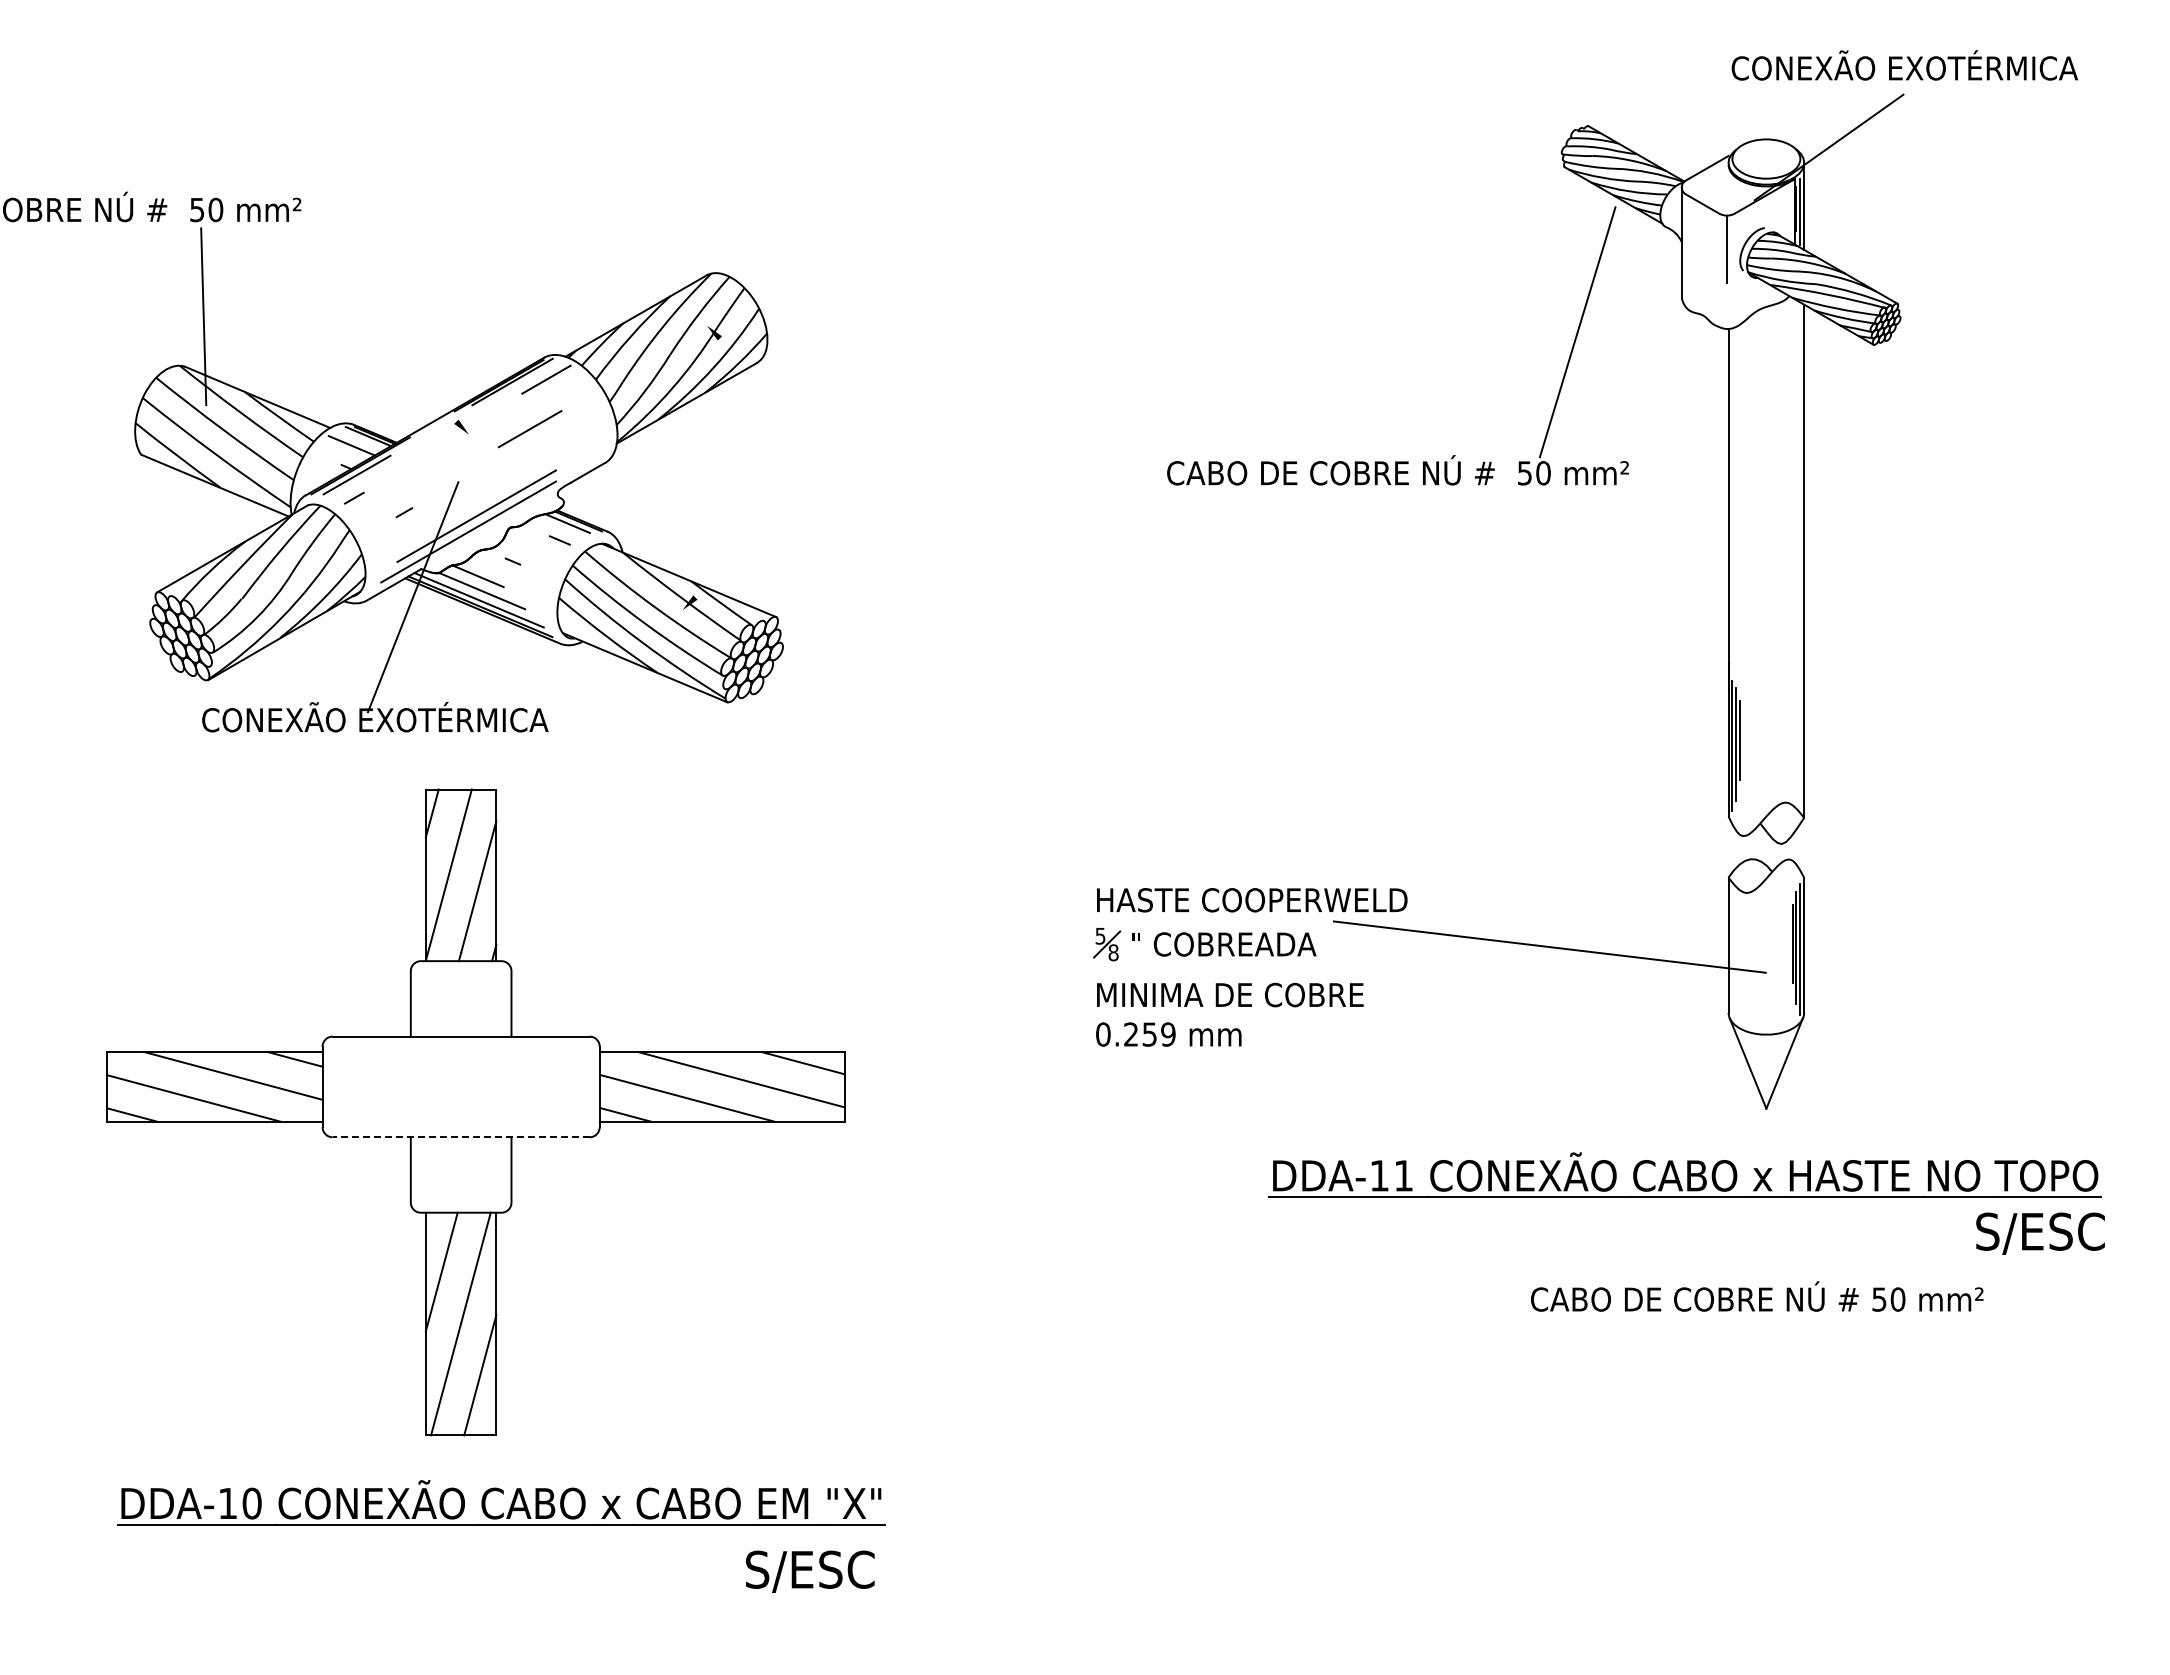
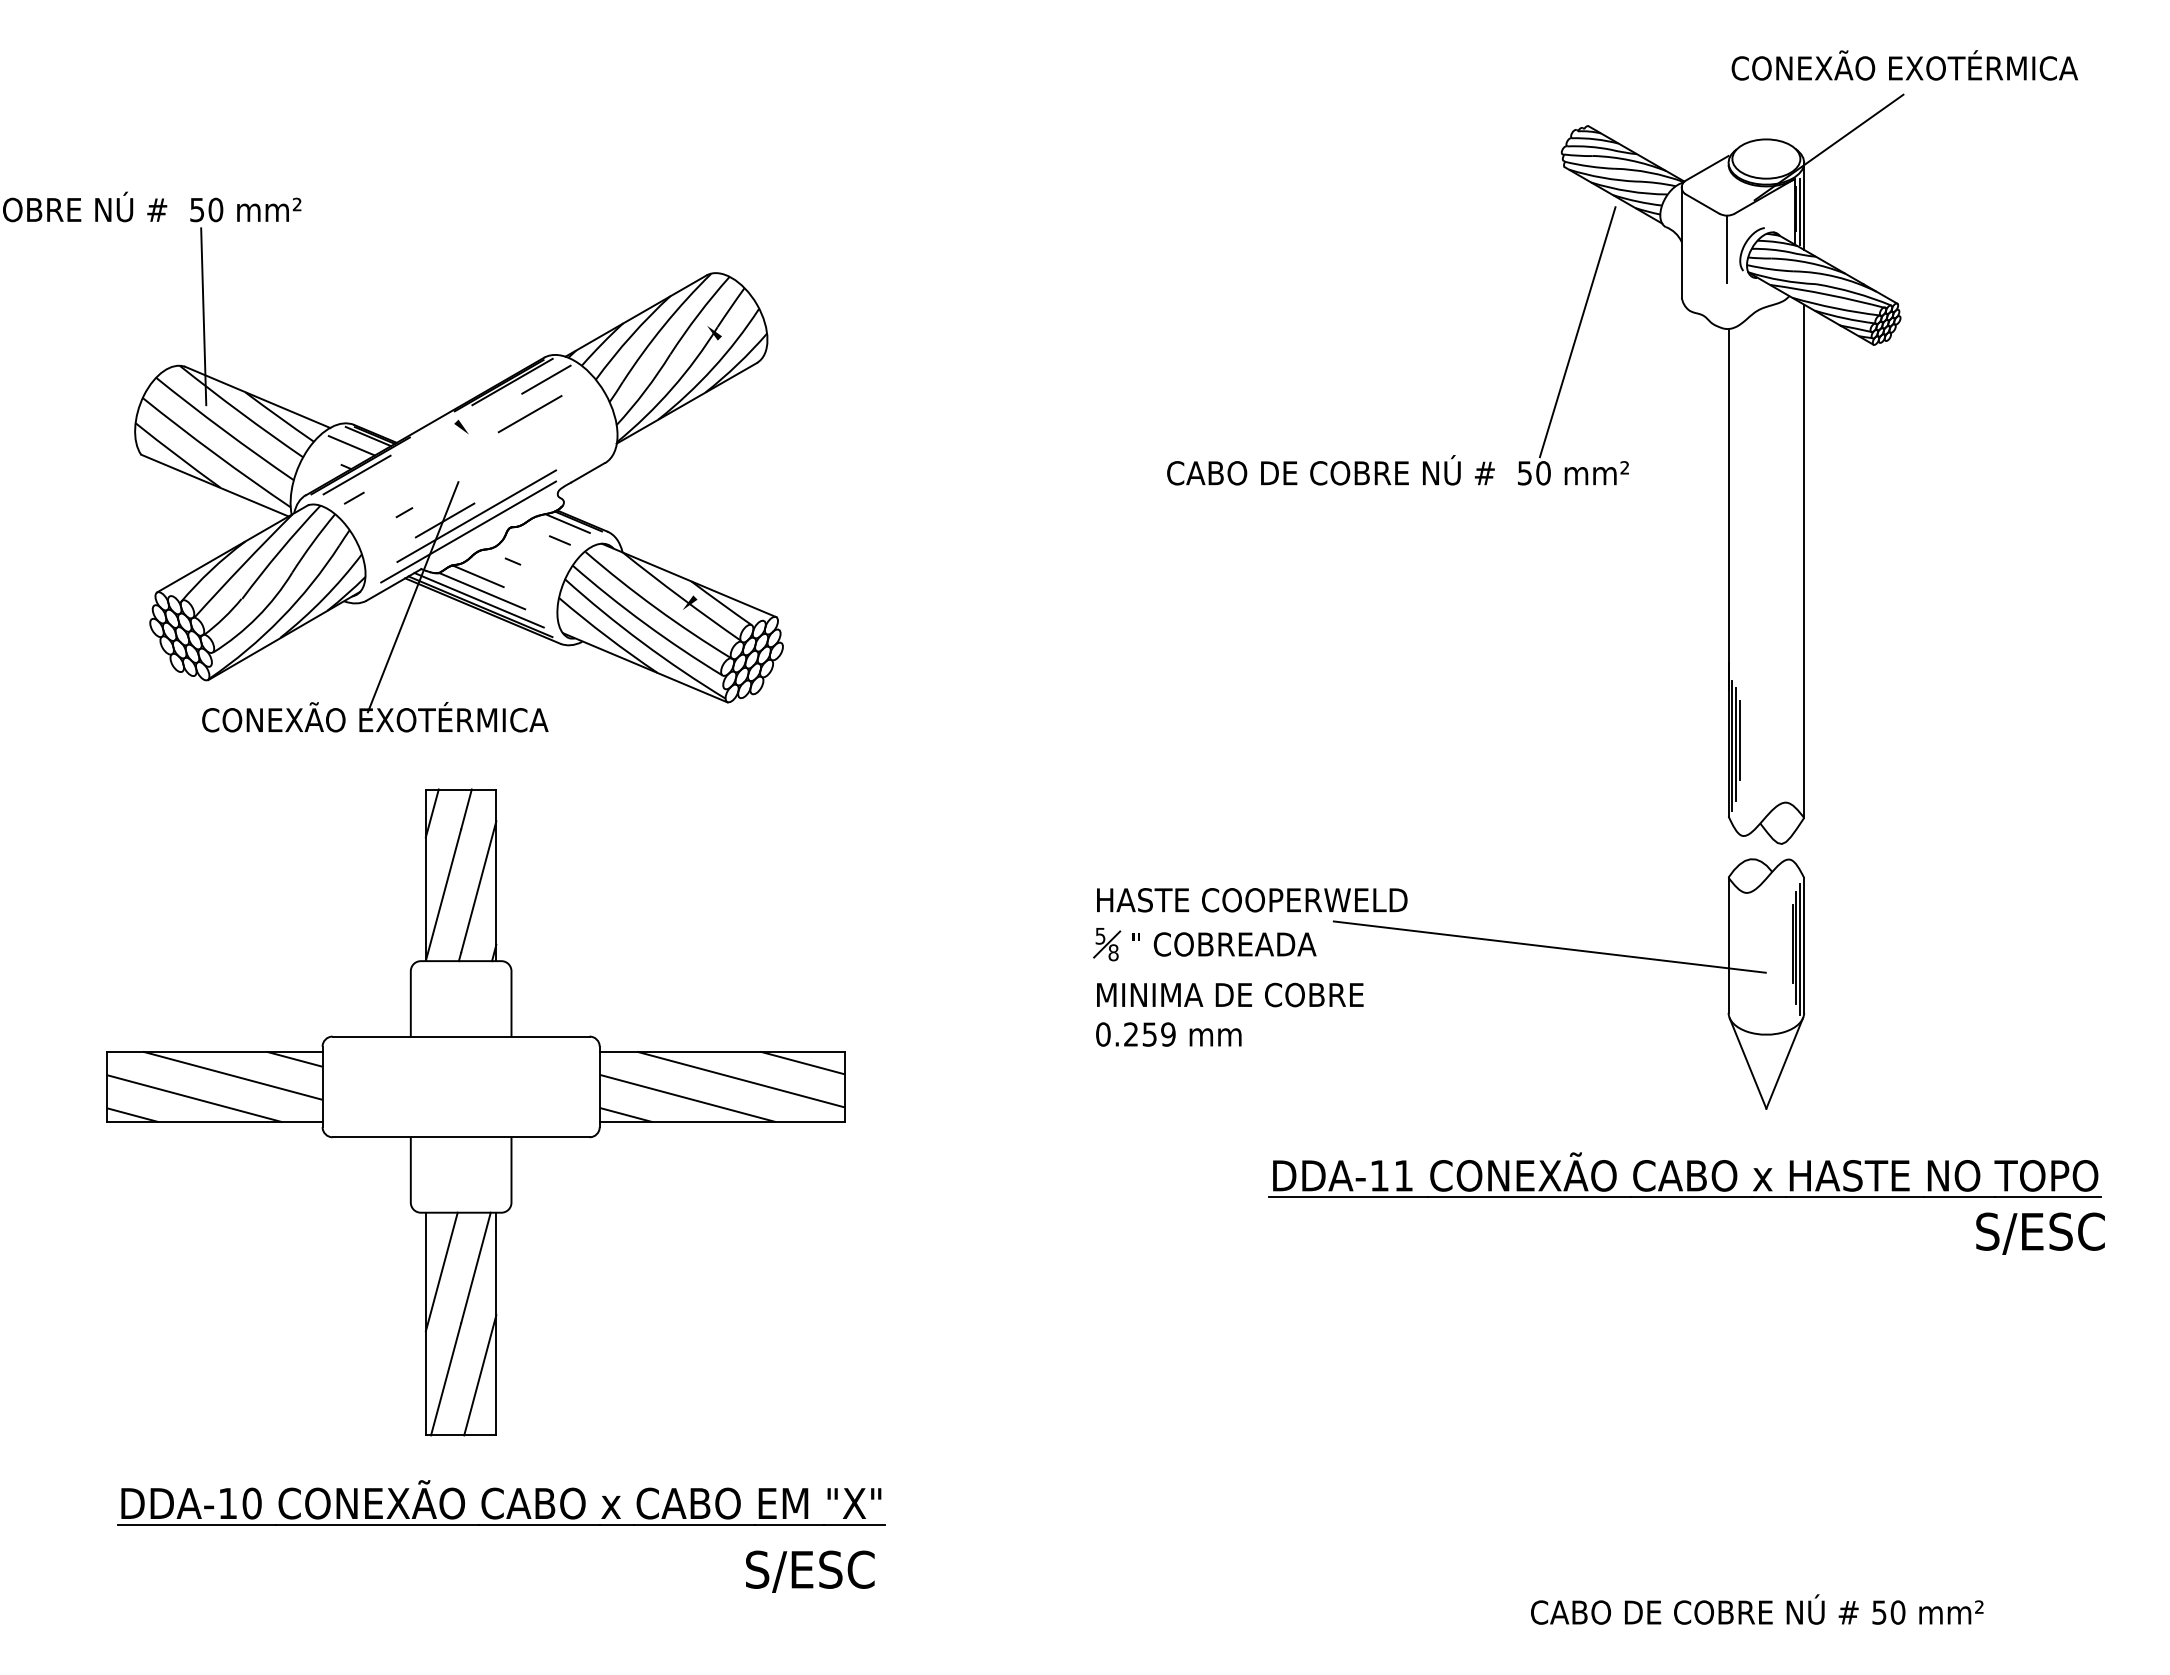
line at (529, 429) position: (529, 429) -> (529, 414)
line at (444, 520): none -> present
line at (461, 1137): dashed -> solid
text at (1757, 1296) position: (1757, 1296) -> (1757, 1609)
